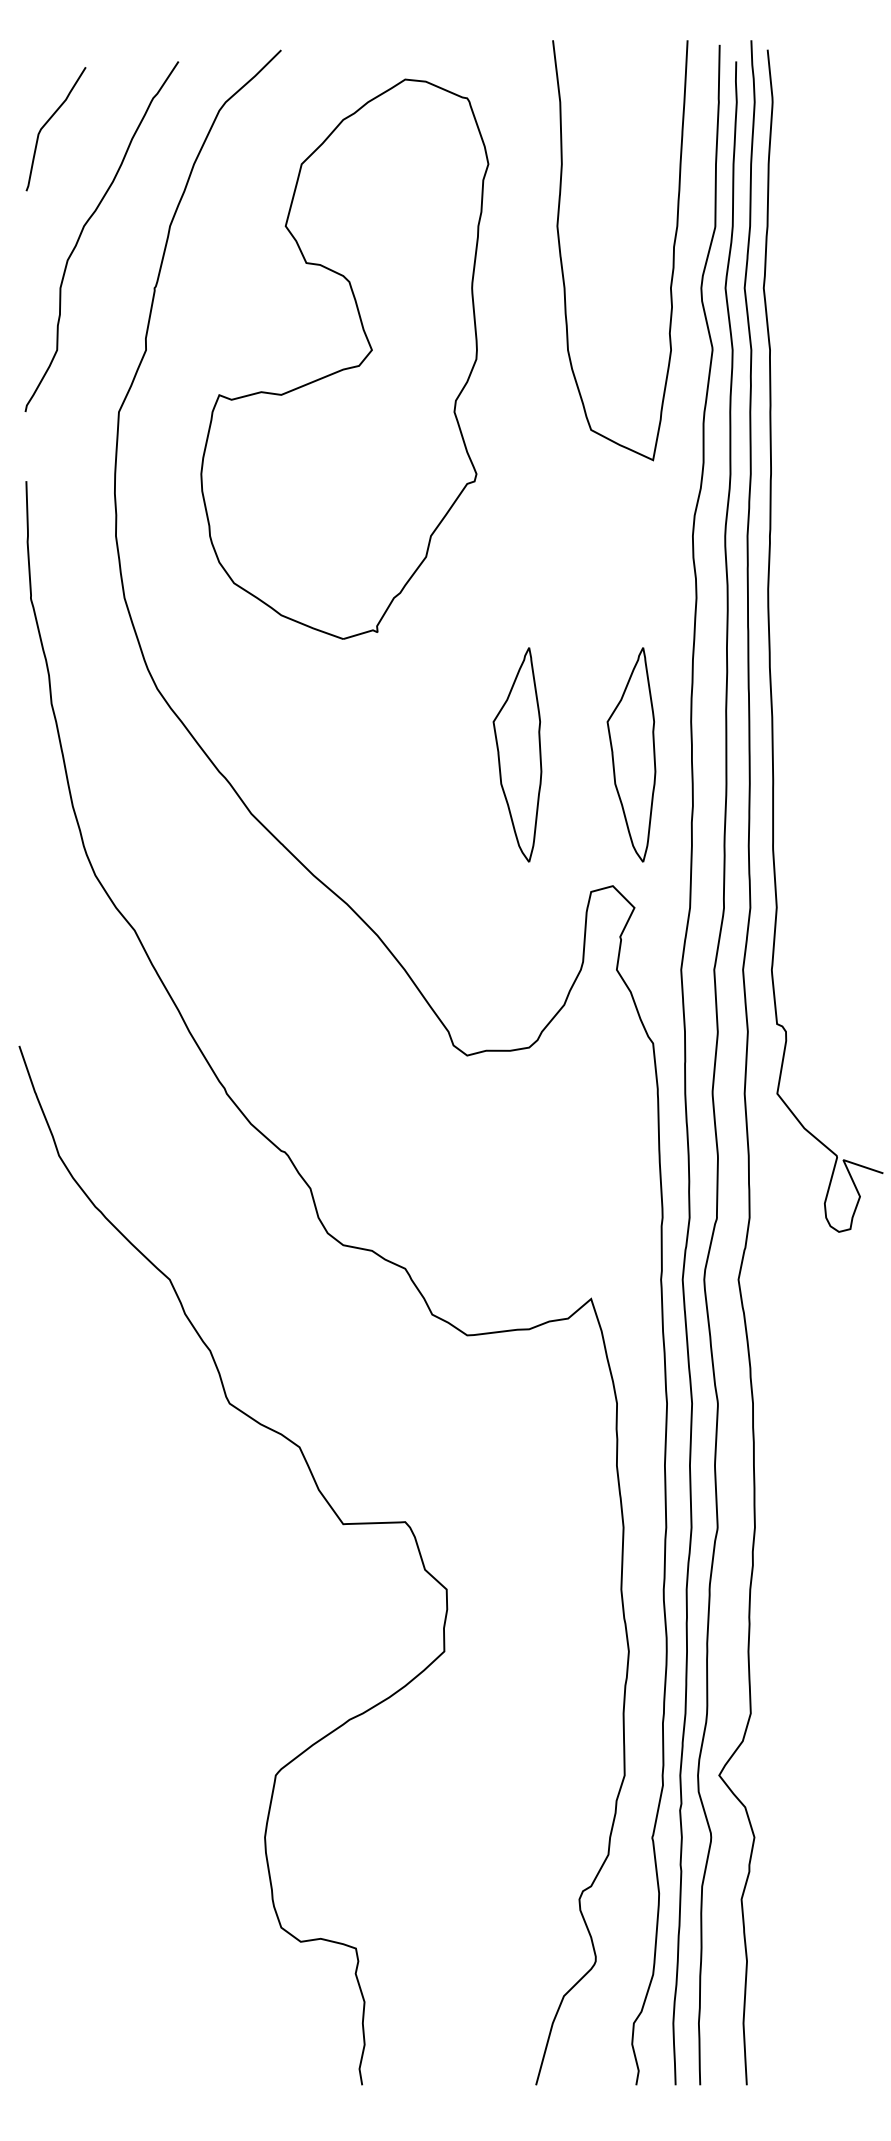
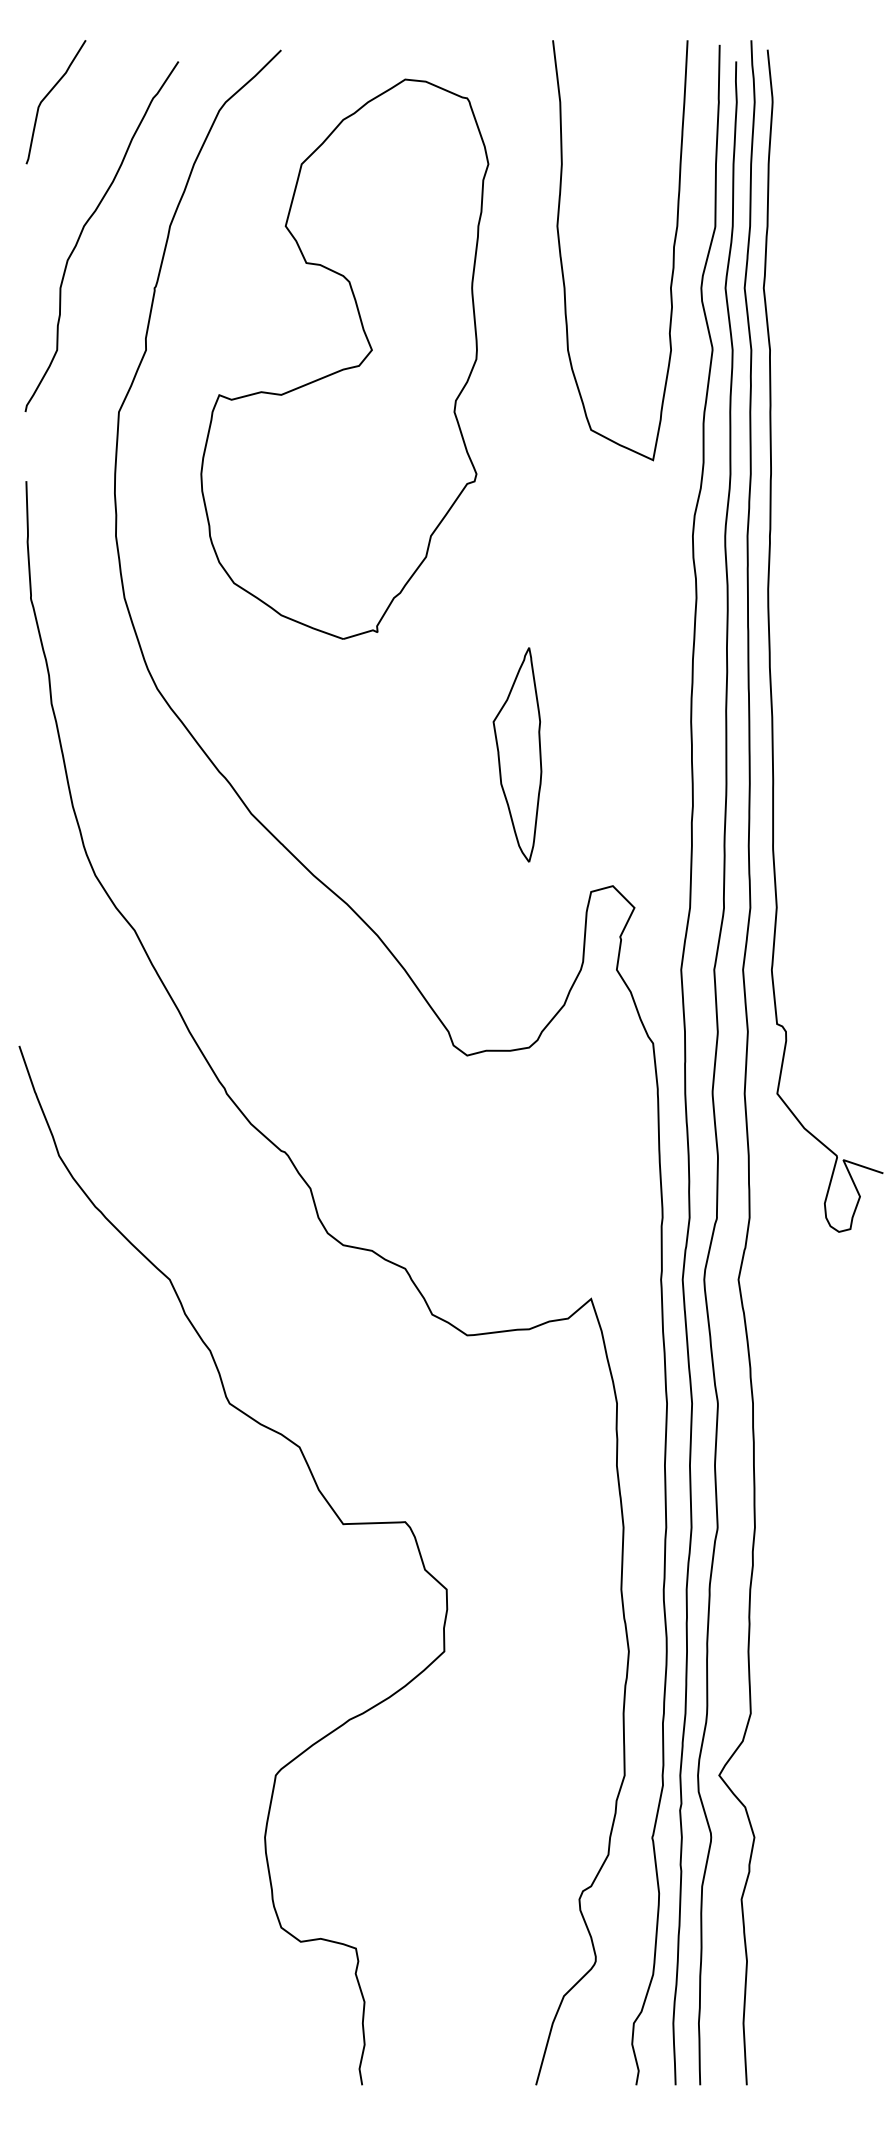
curve at (48, 122) position: (48, 122) -> (48, 95)
part at (631, 754): present -> none
